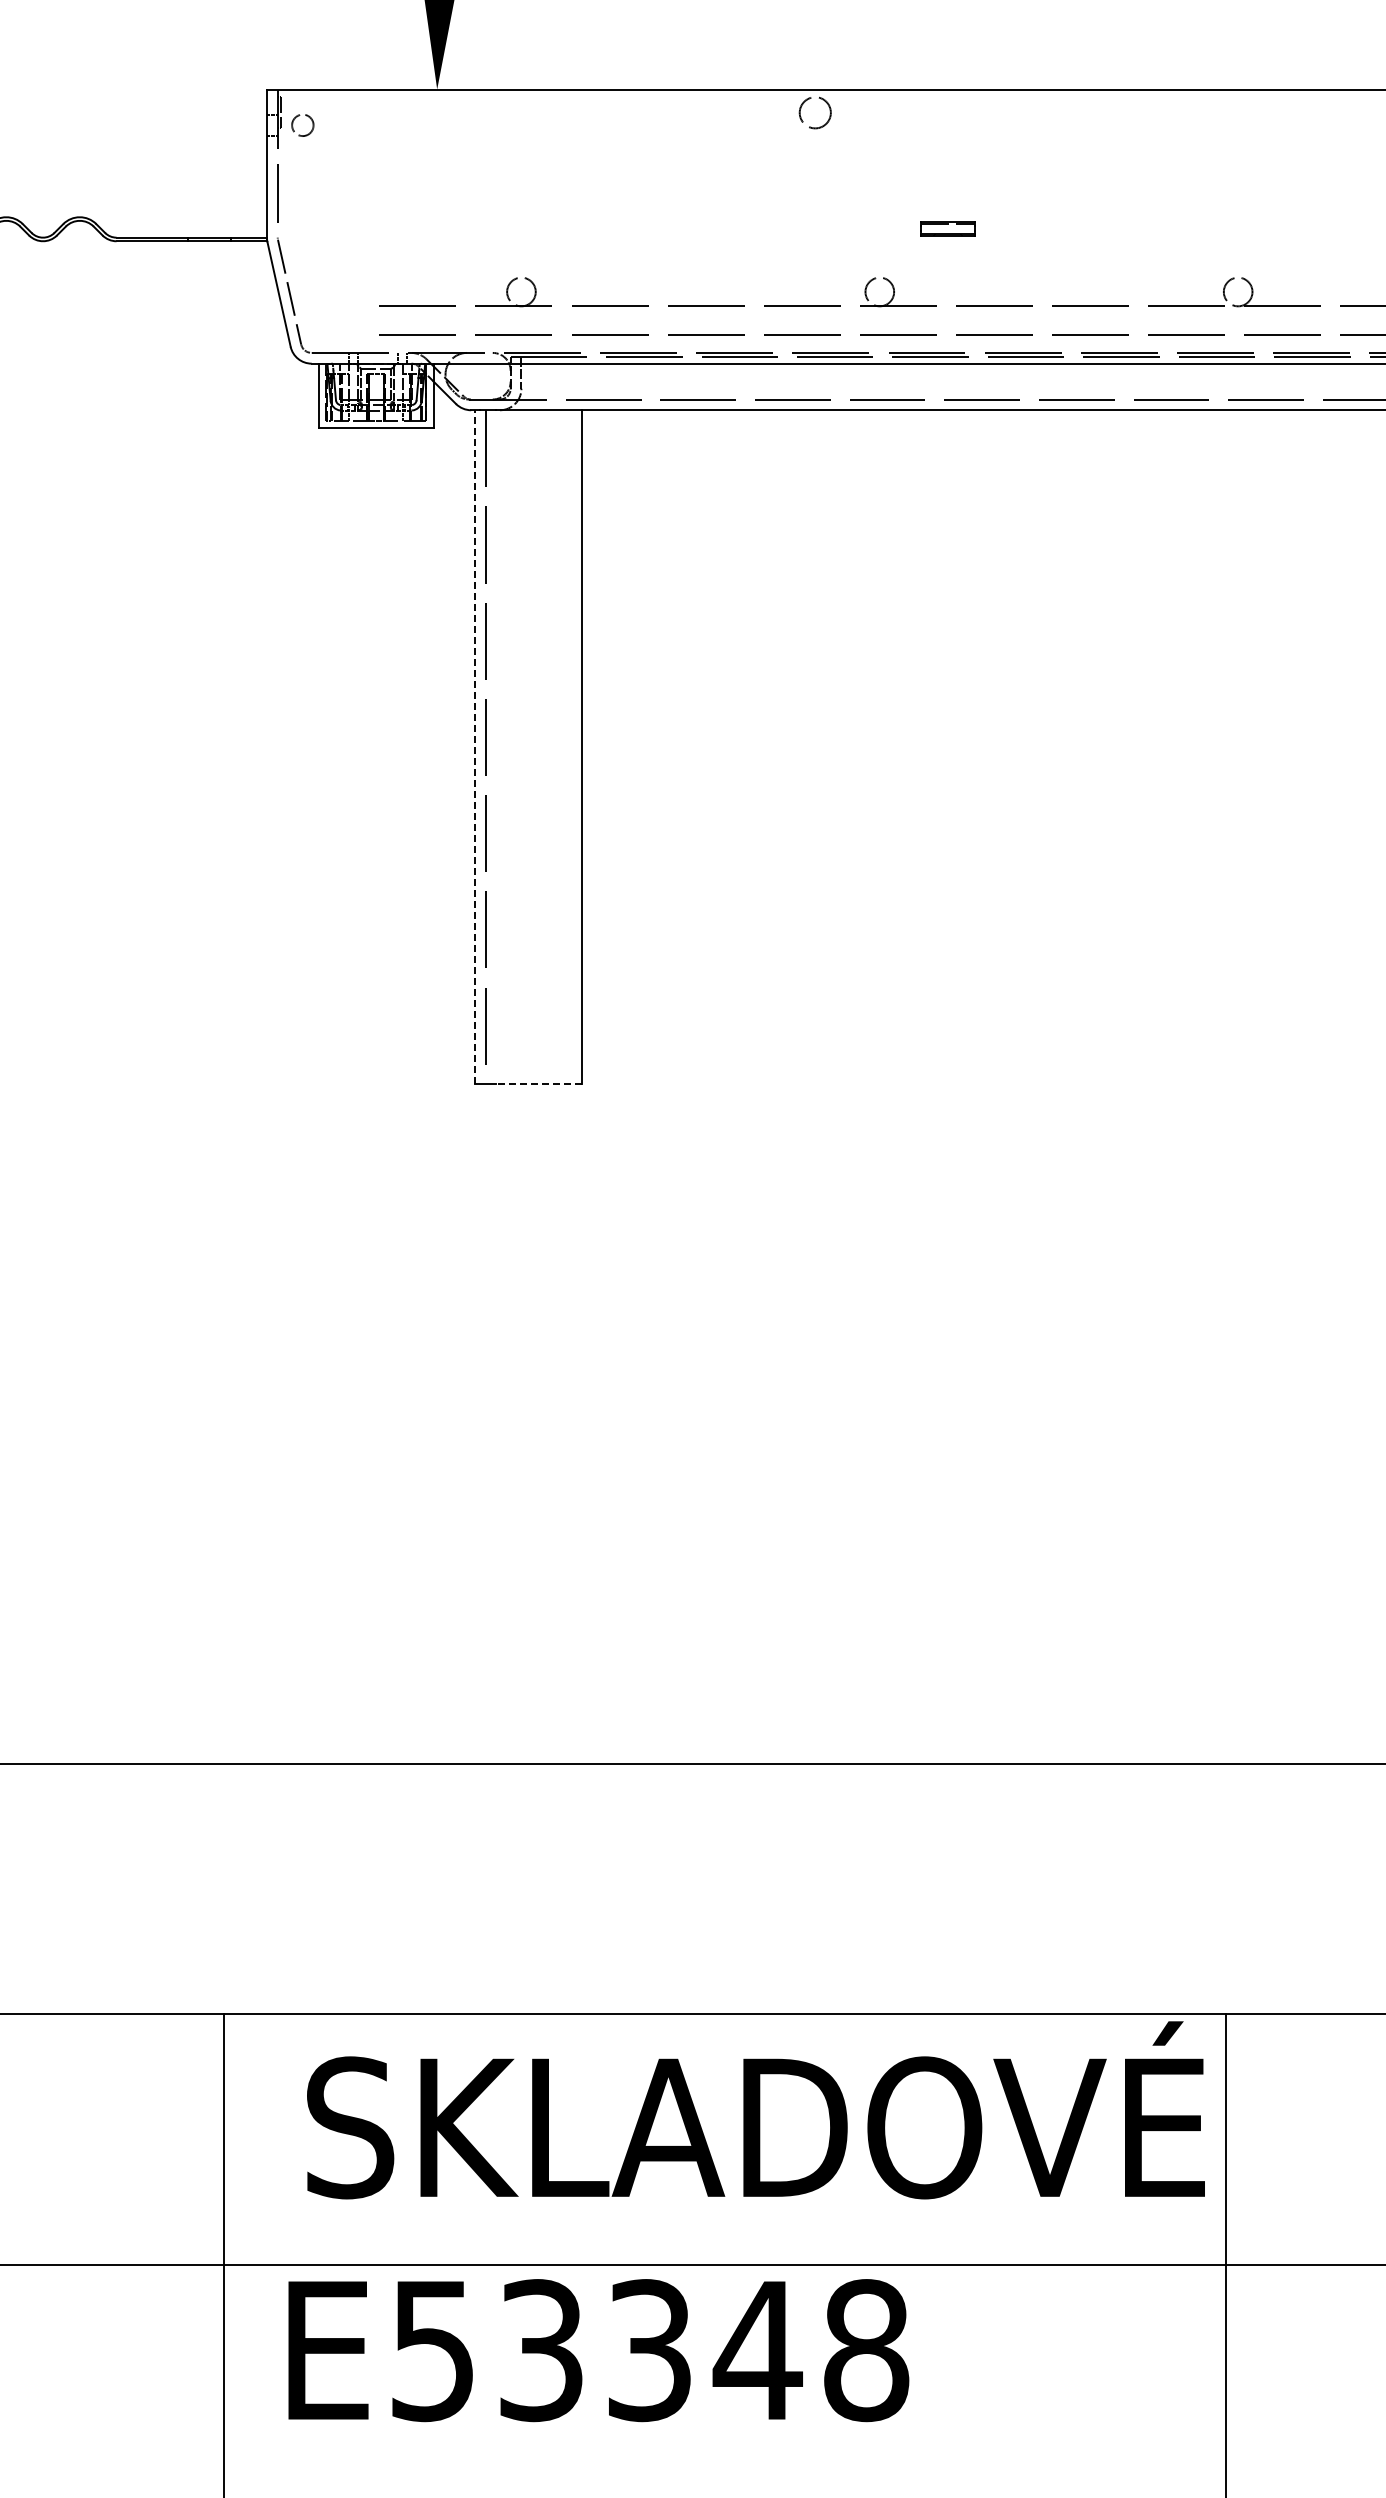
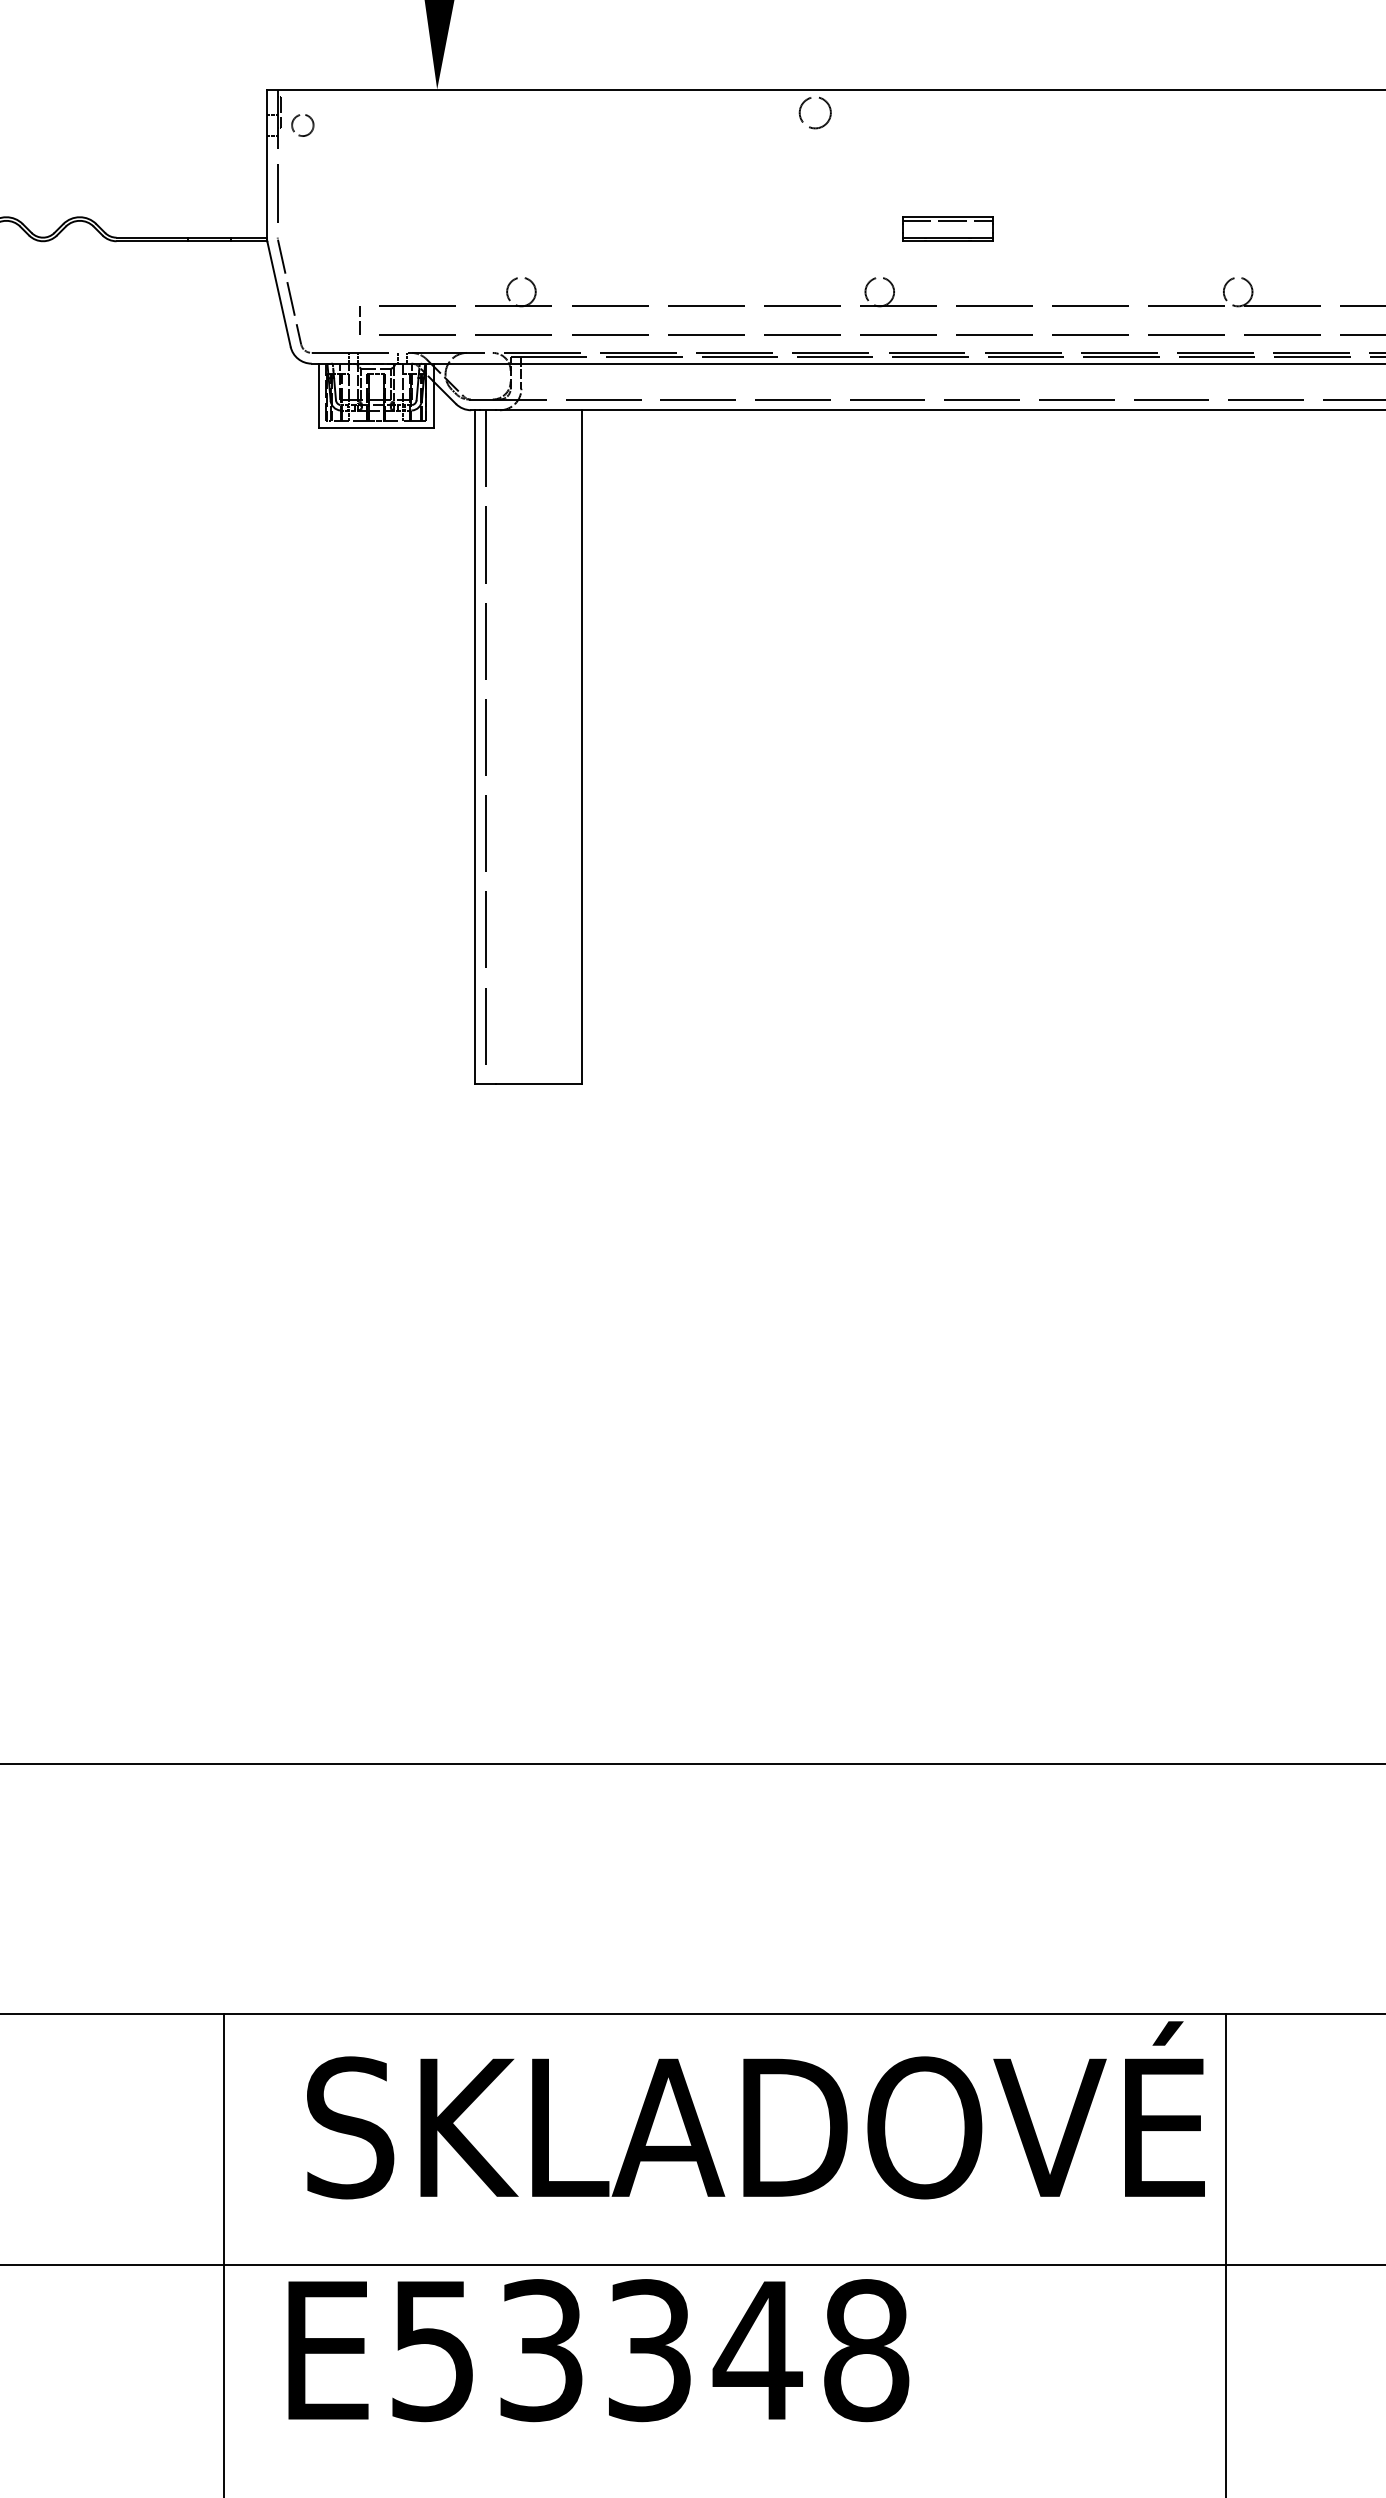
part at (947, 228) size: 56x16 px -> 92x26 px
line at (360, 320): none -> present
line at (474, 747): dashed -> solid
line at (538, 1083): dashed -> solid
